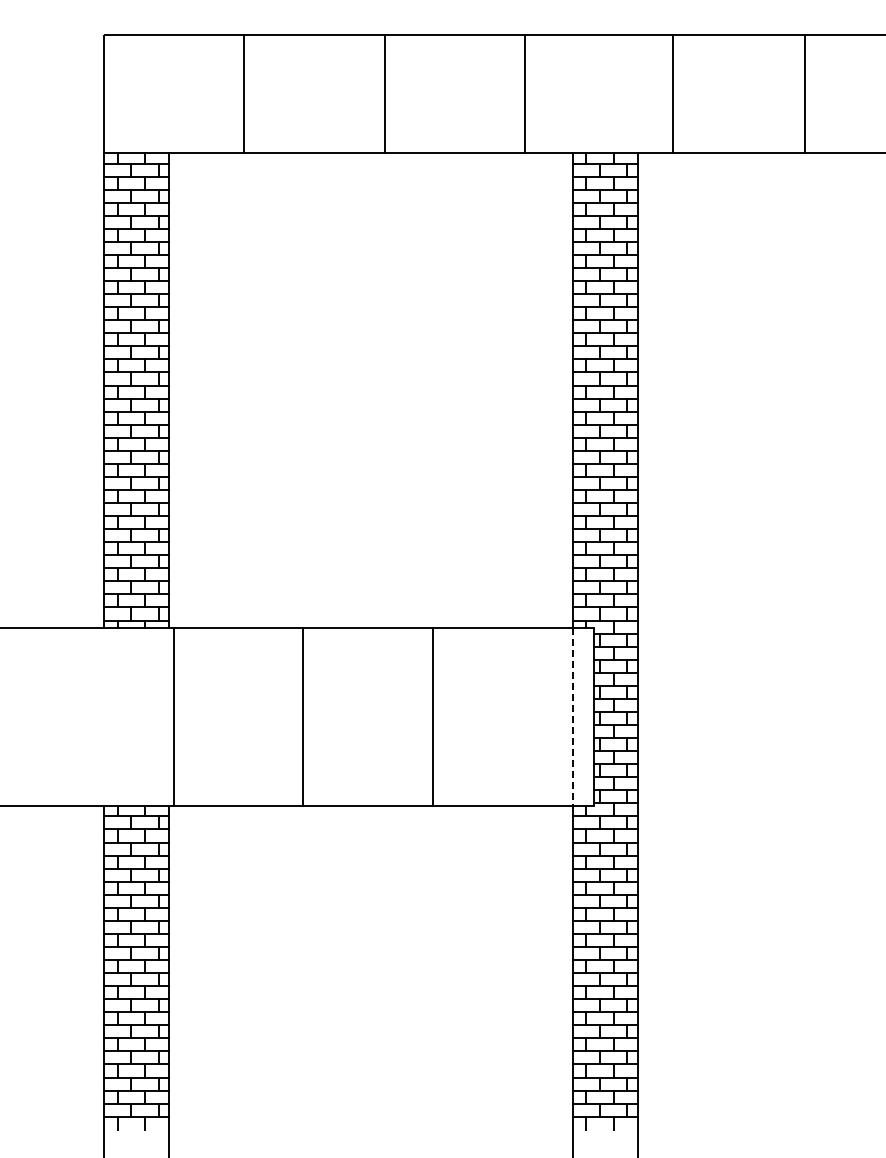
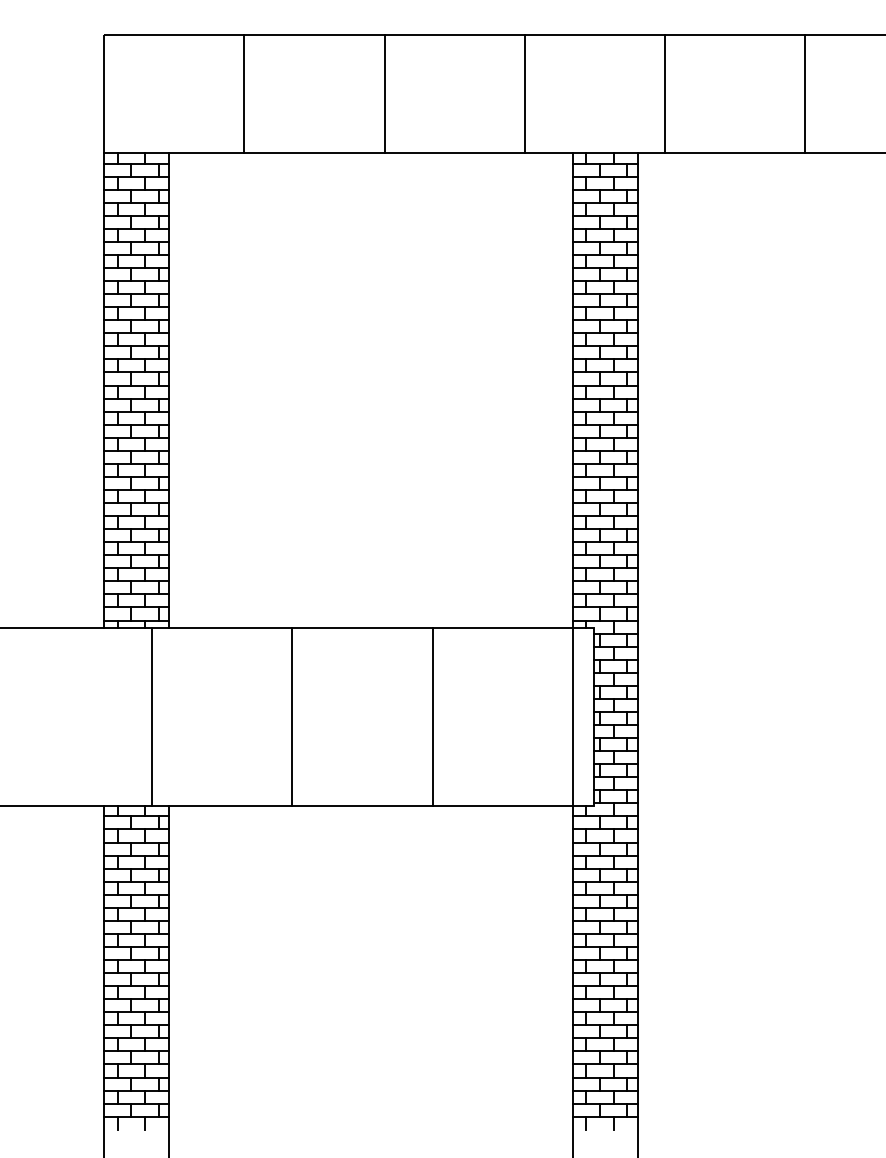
line at (673, 93) position: (673, 93) -> (665, 93)
line at (174, 717) position: (174, 717) -> (152, 717)
line at (303, 717) position: (303, 717) -> (292, 717)
line at (572, 717): dashed -> solid
